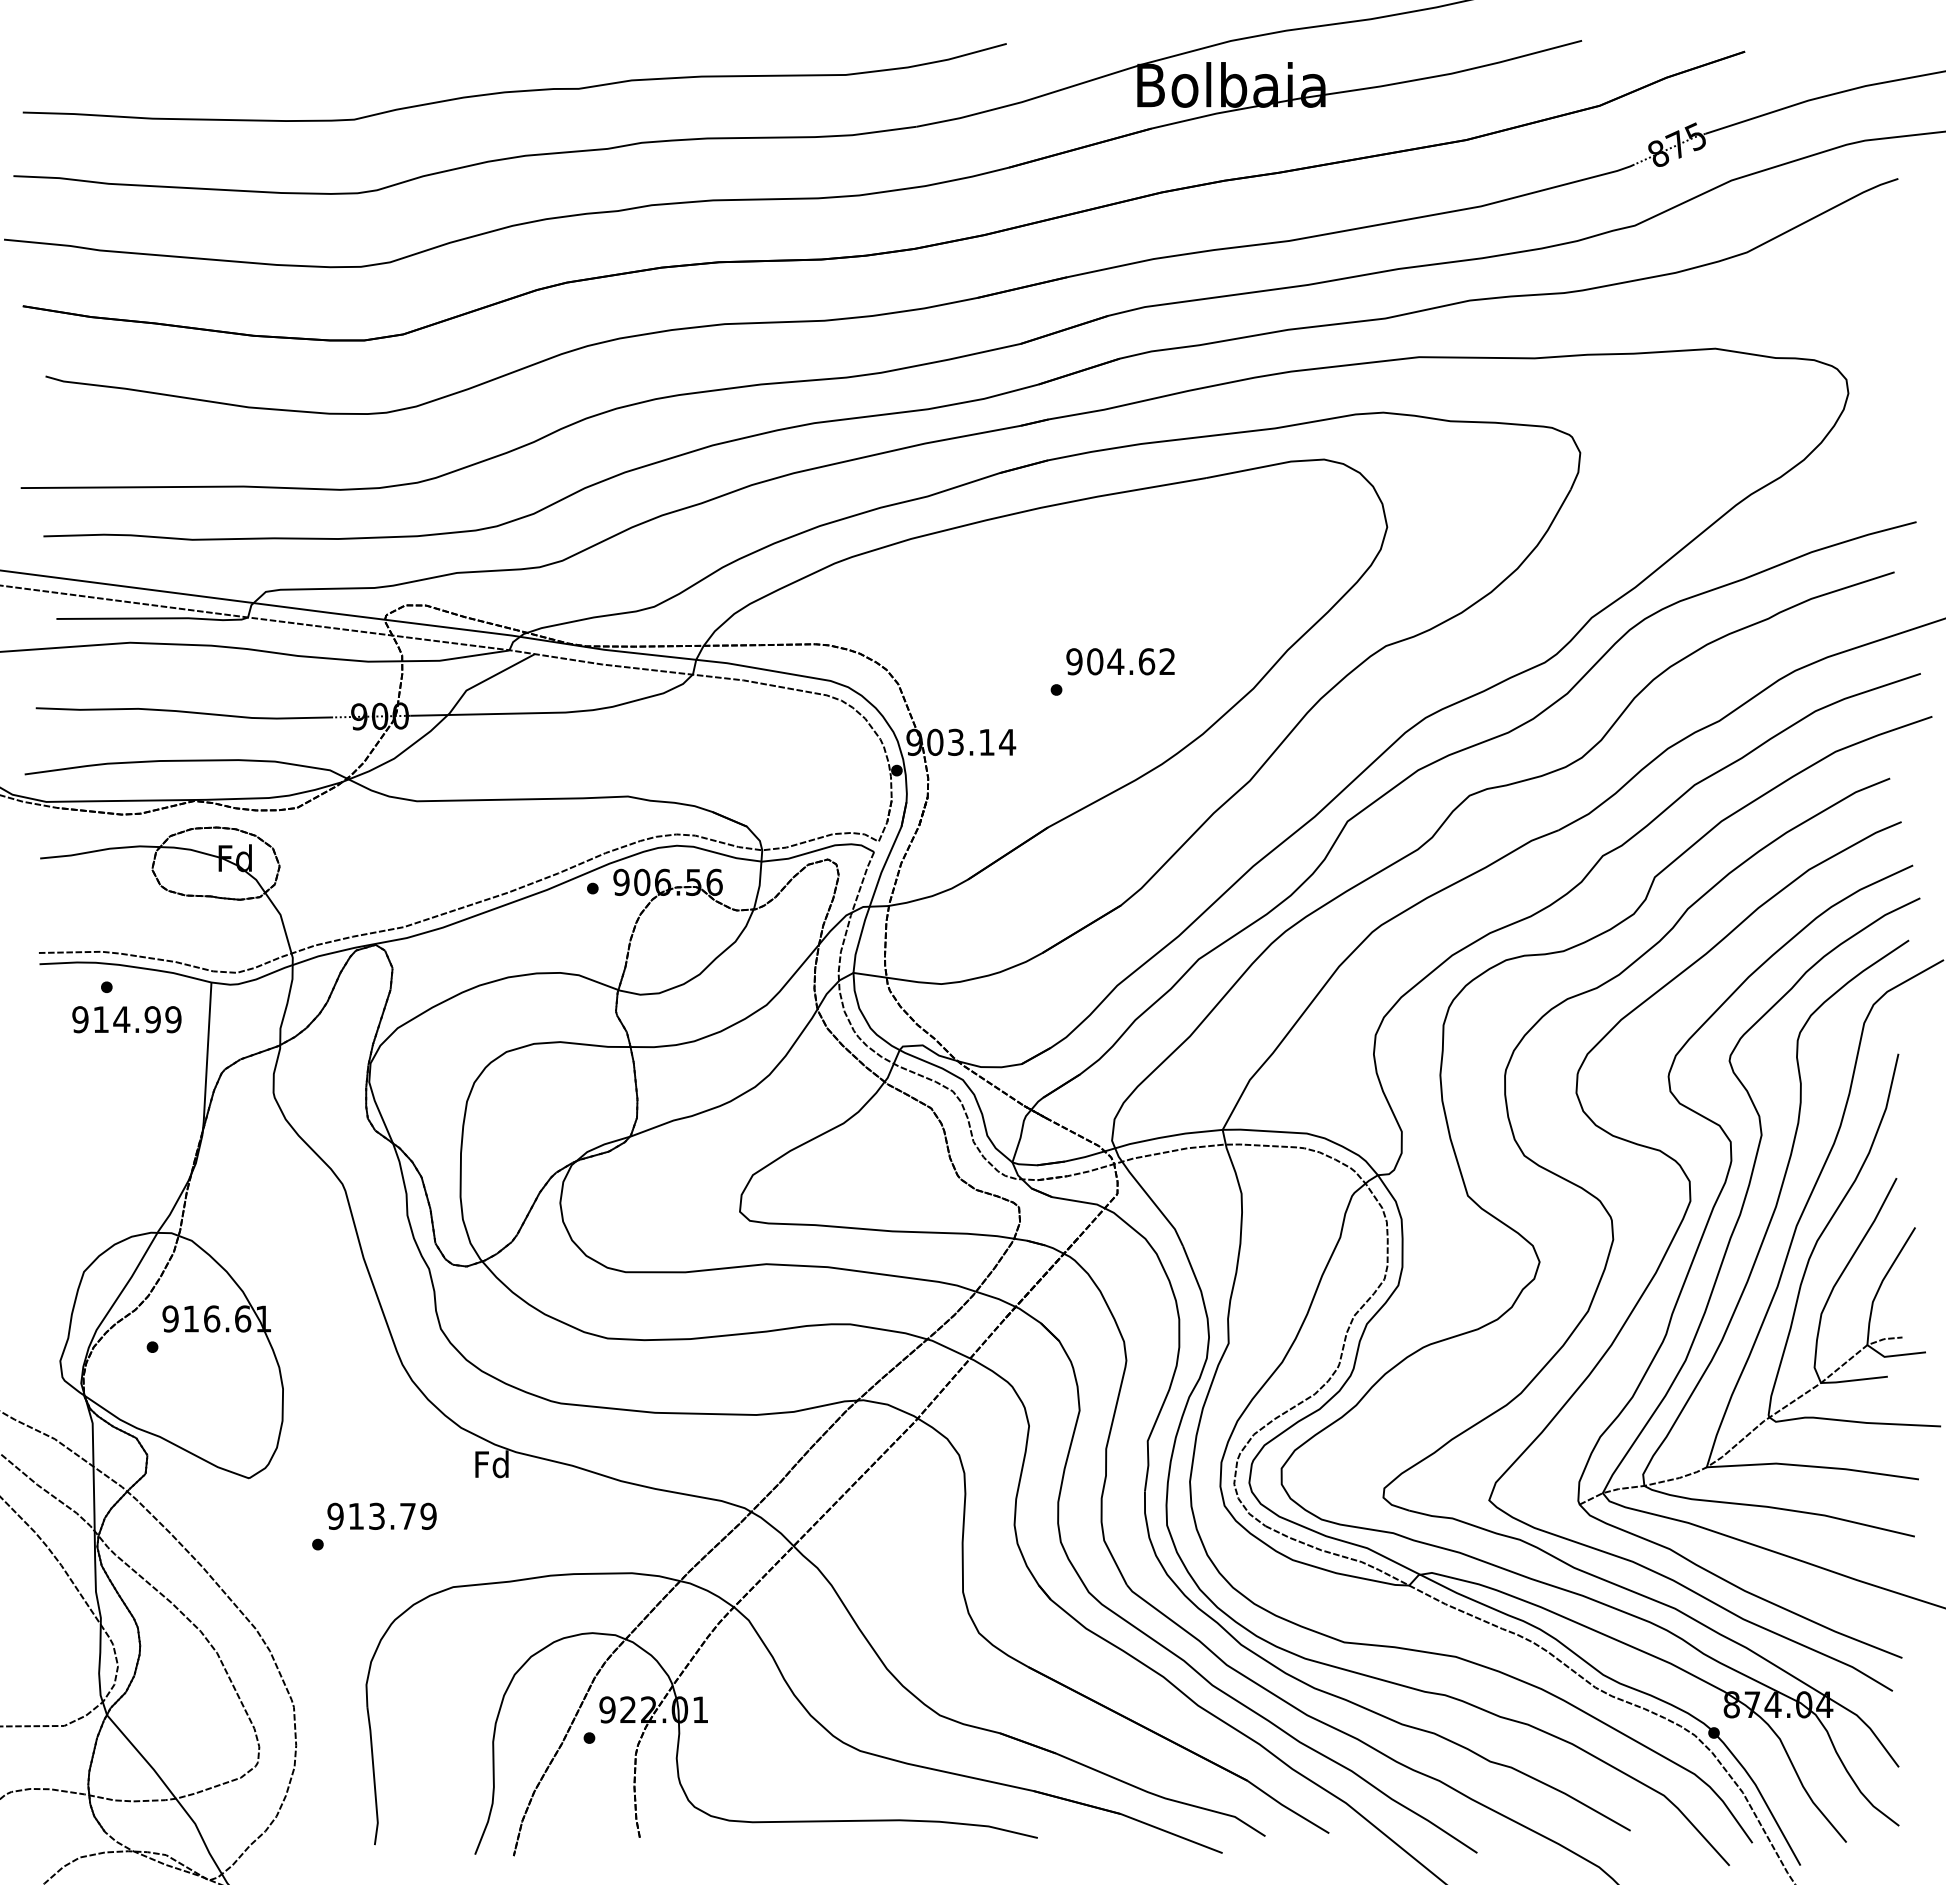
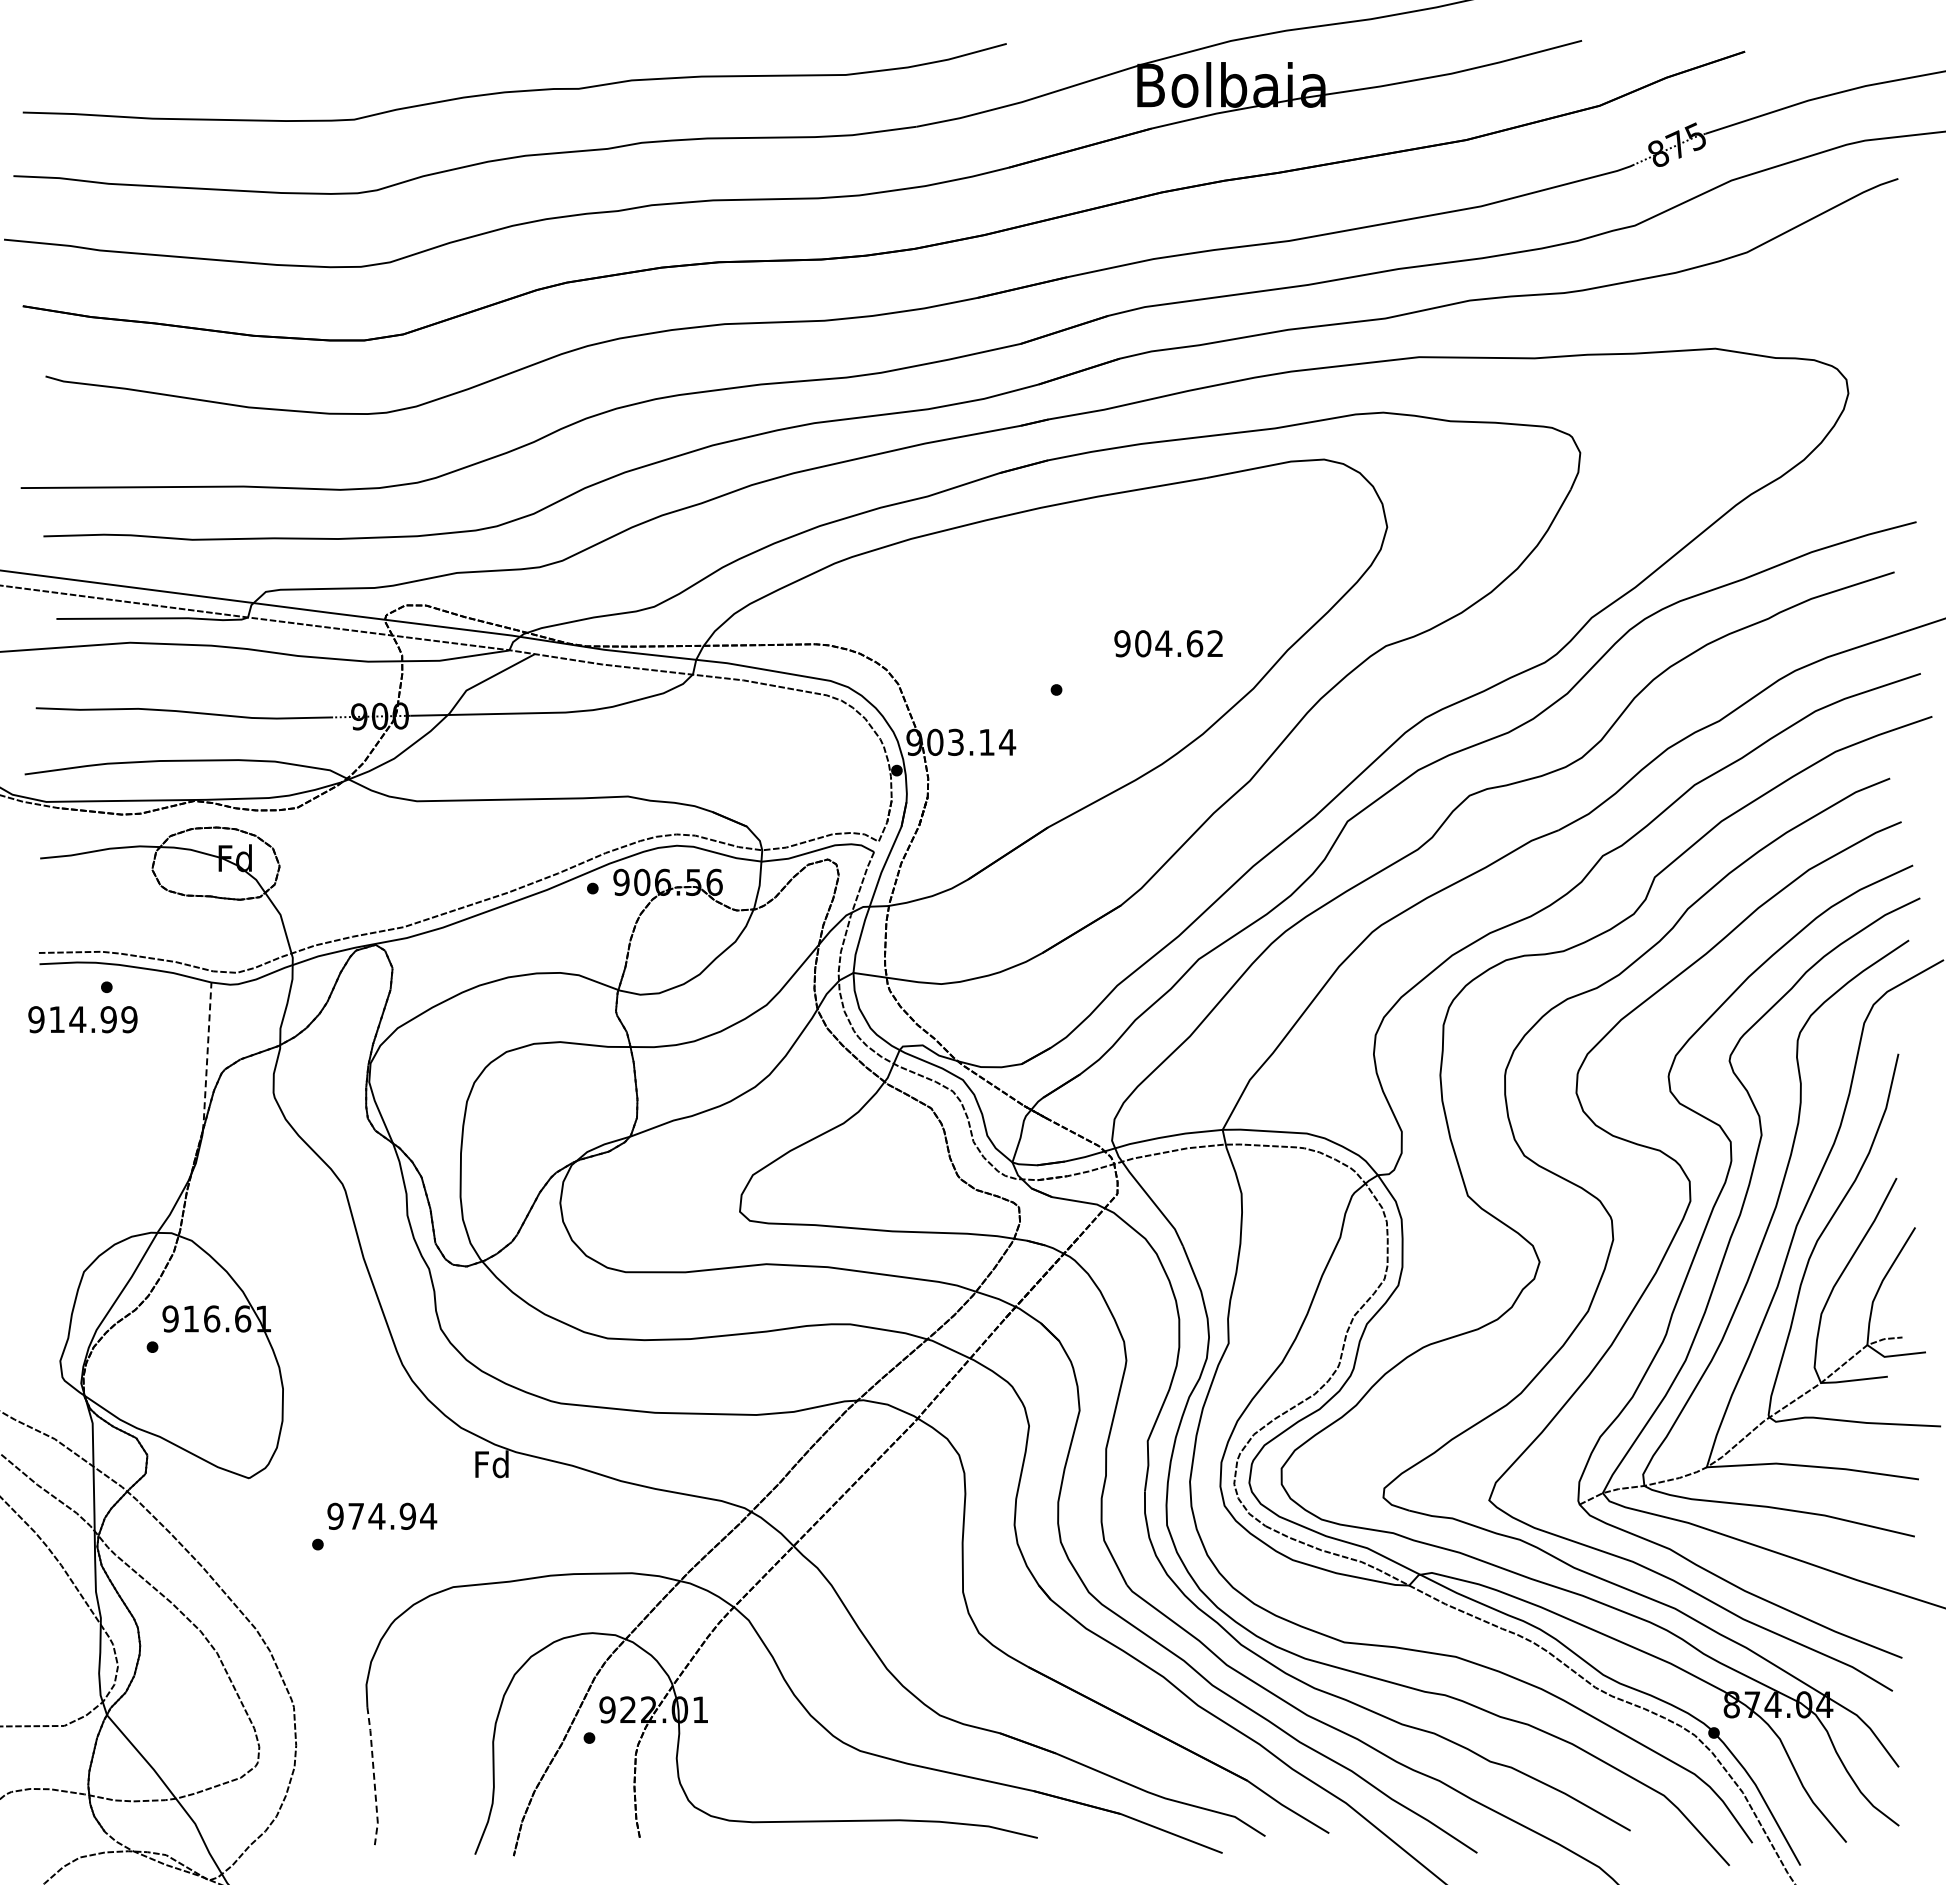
text at (1120, 661) position: (1120, 661) -> (1168, 643)
text at (126, 1019) position: (126, 1019) -> (82, 1019)
line at (207, 1057): solid -> dashed
text at (392, 1515): 913.79 -> 974.94
line at (374, 1776): solid -> dashed
